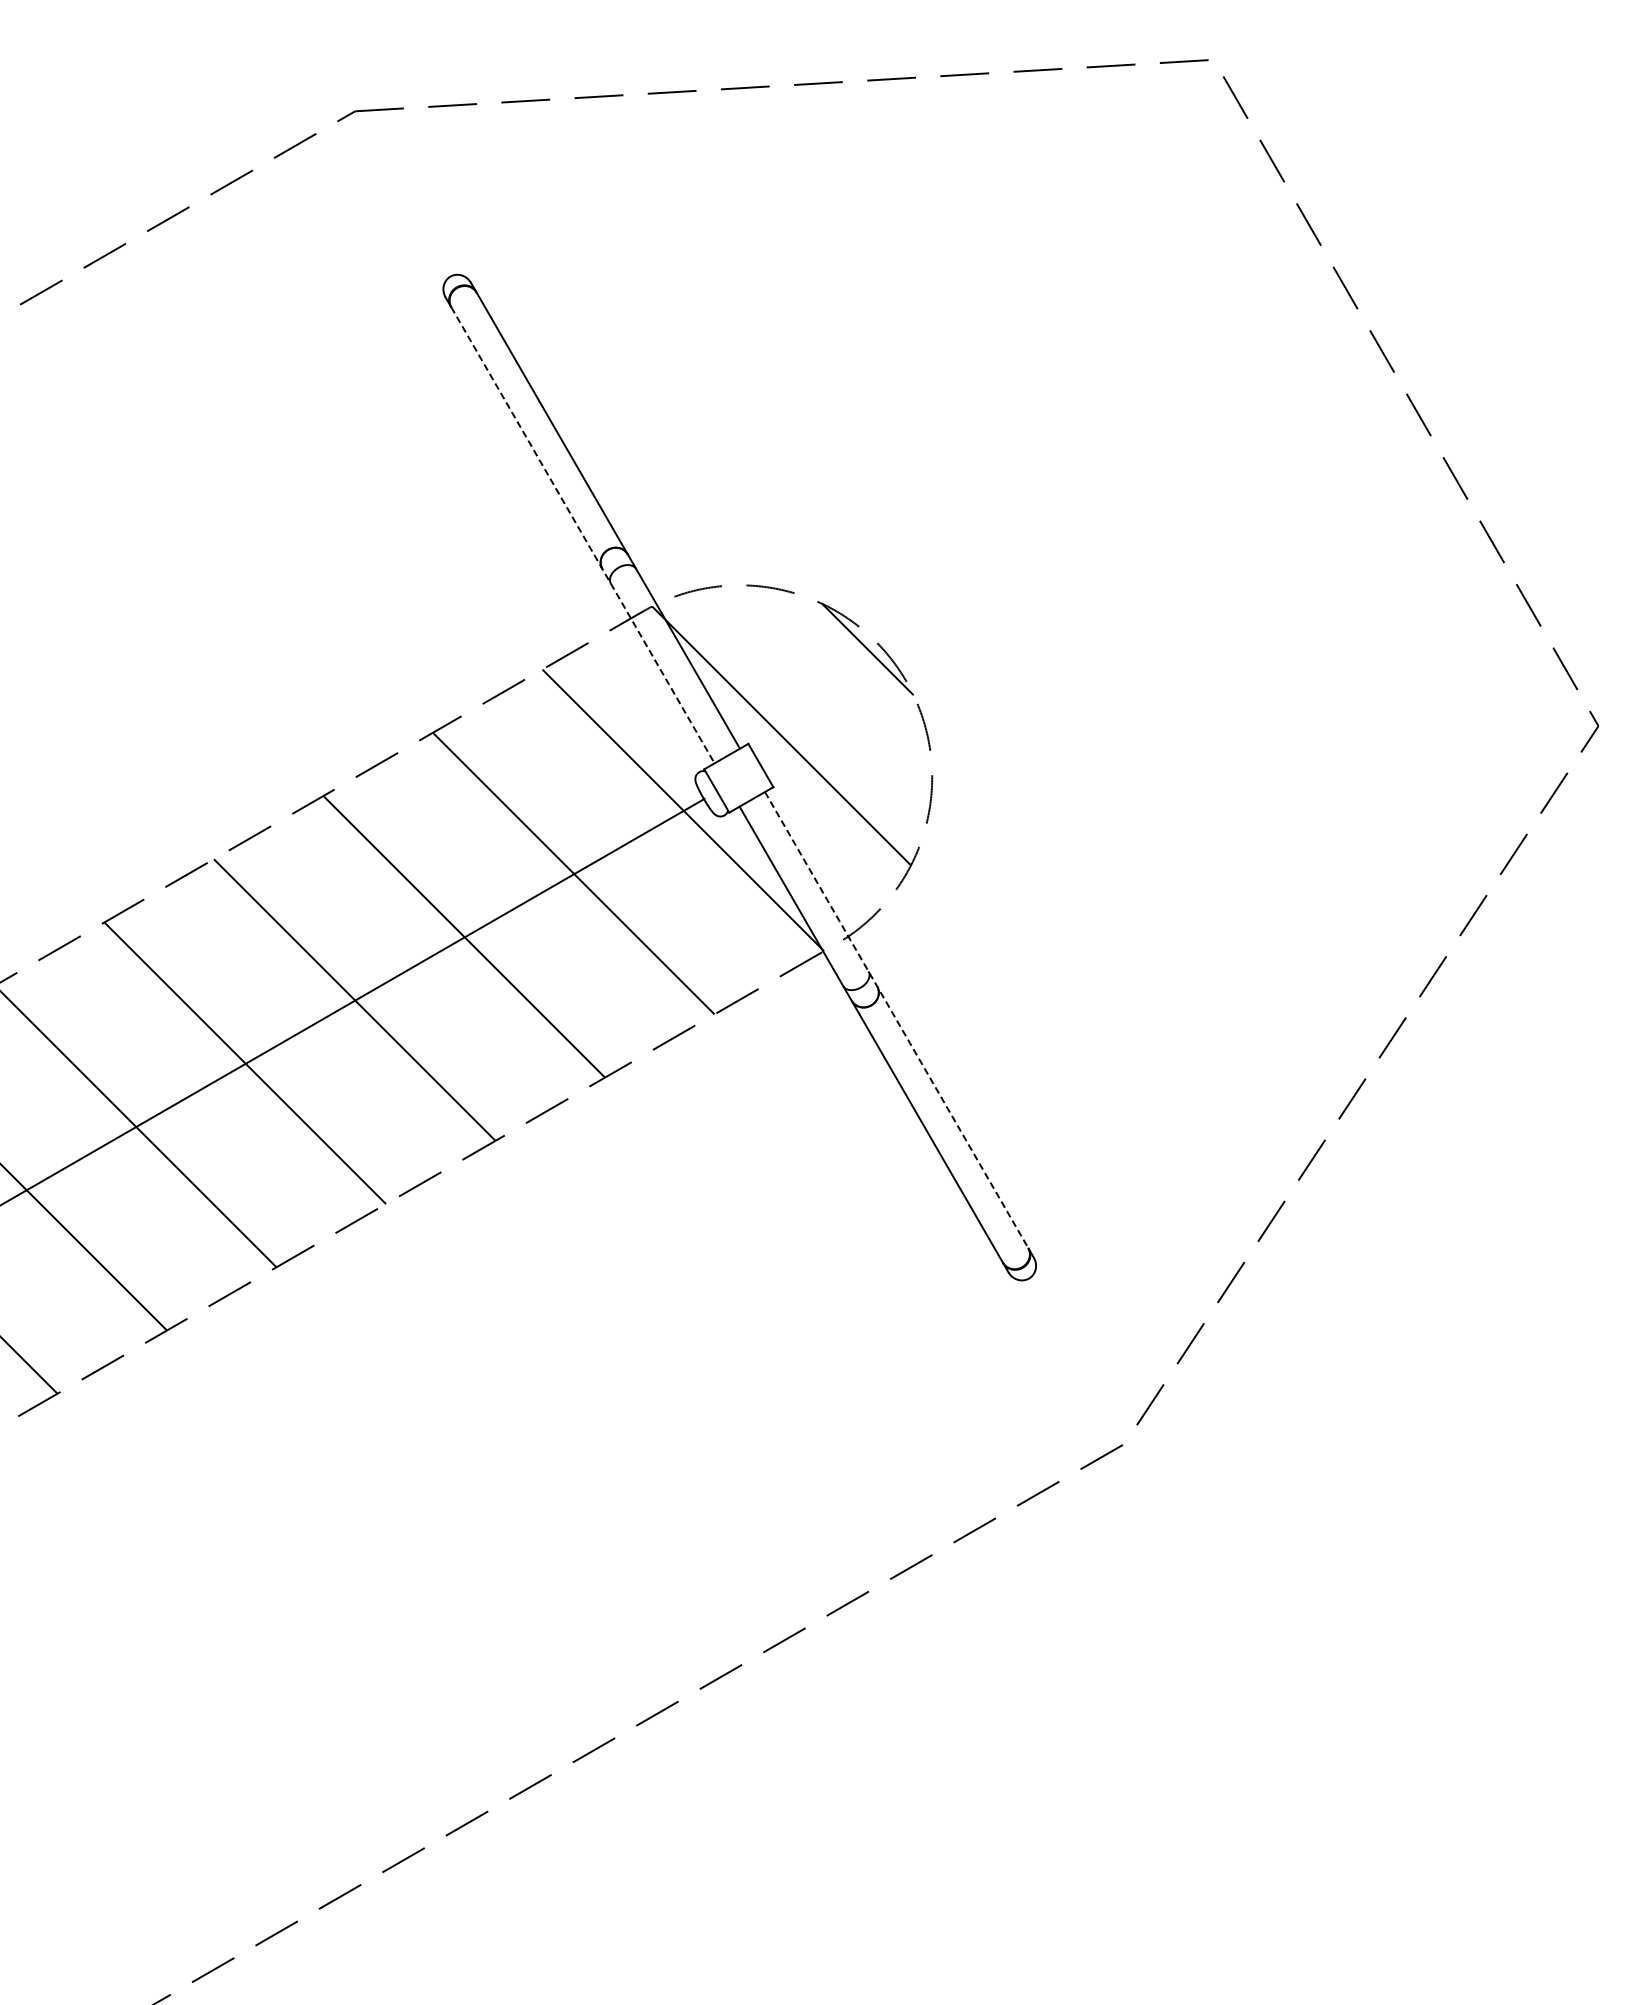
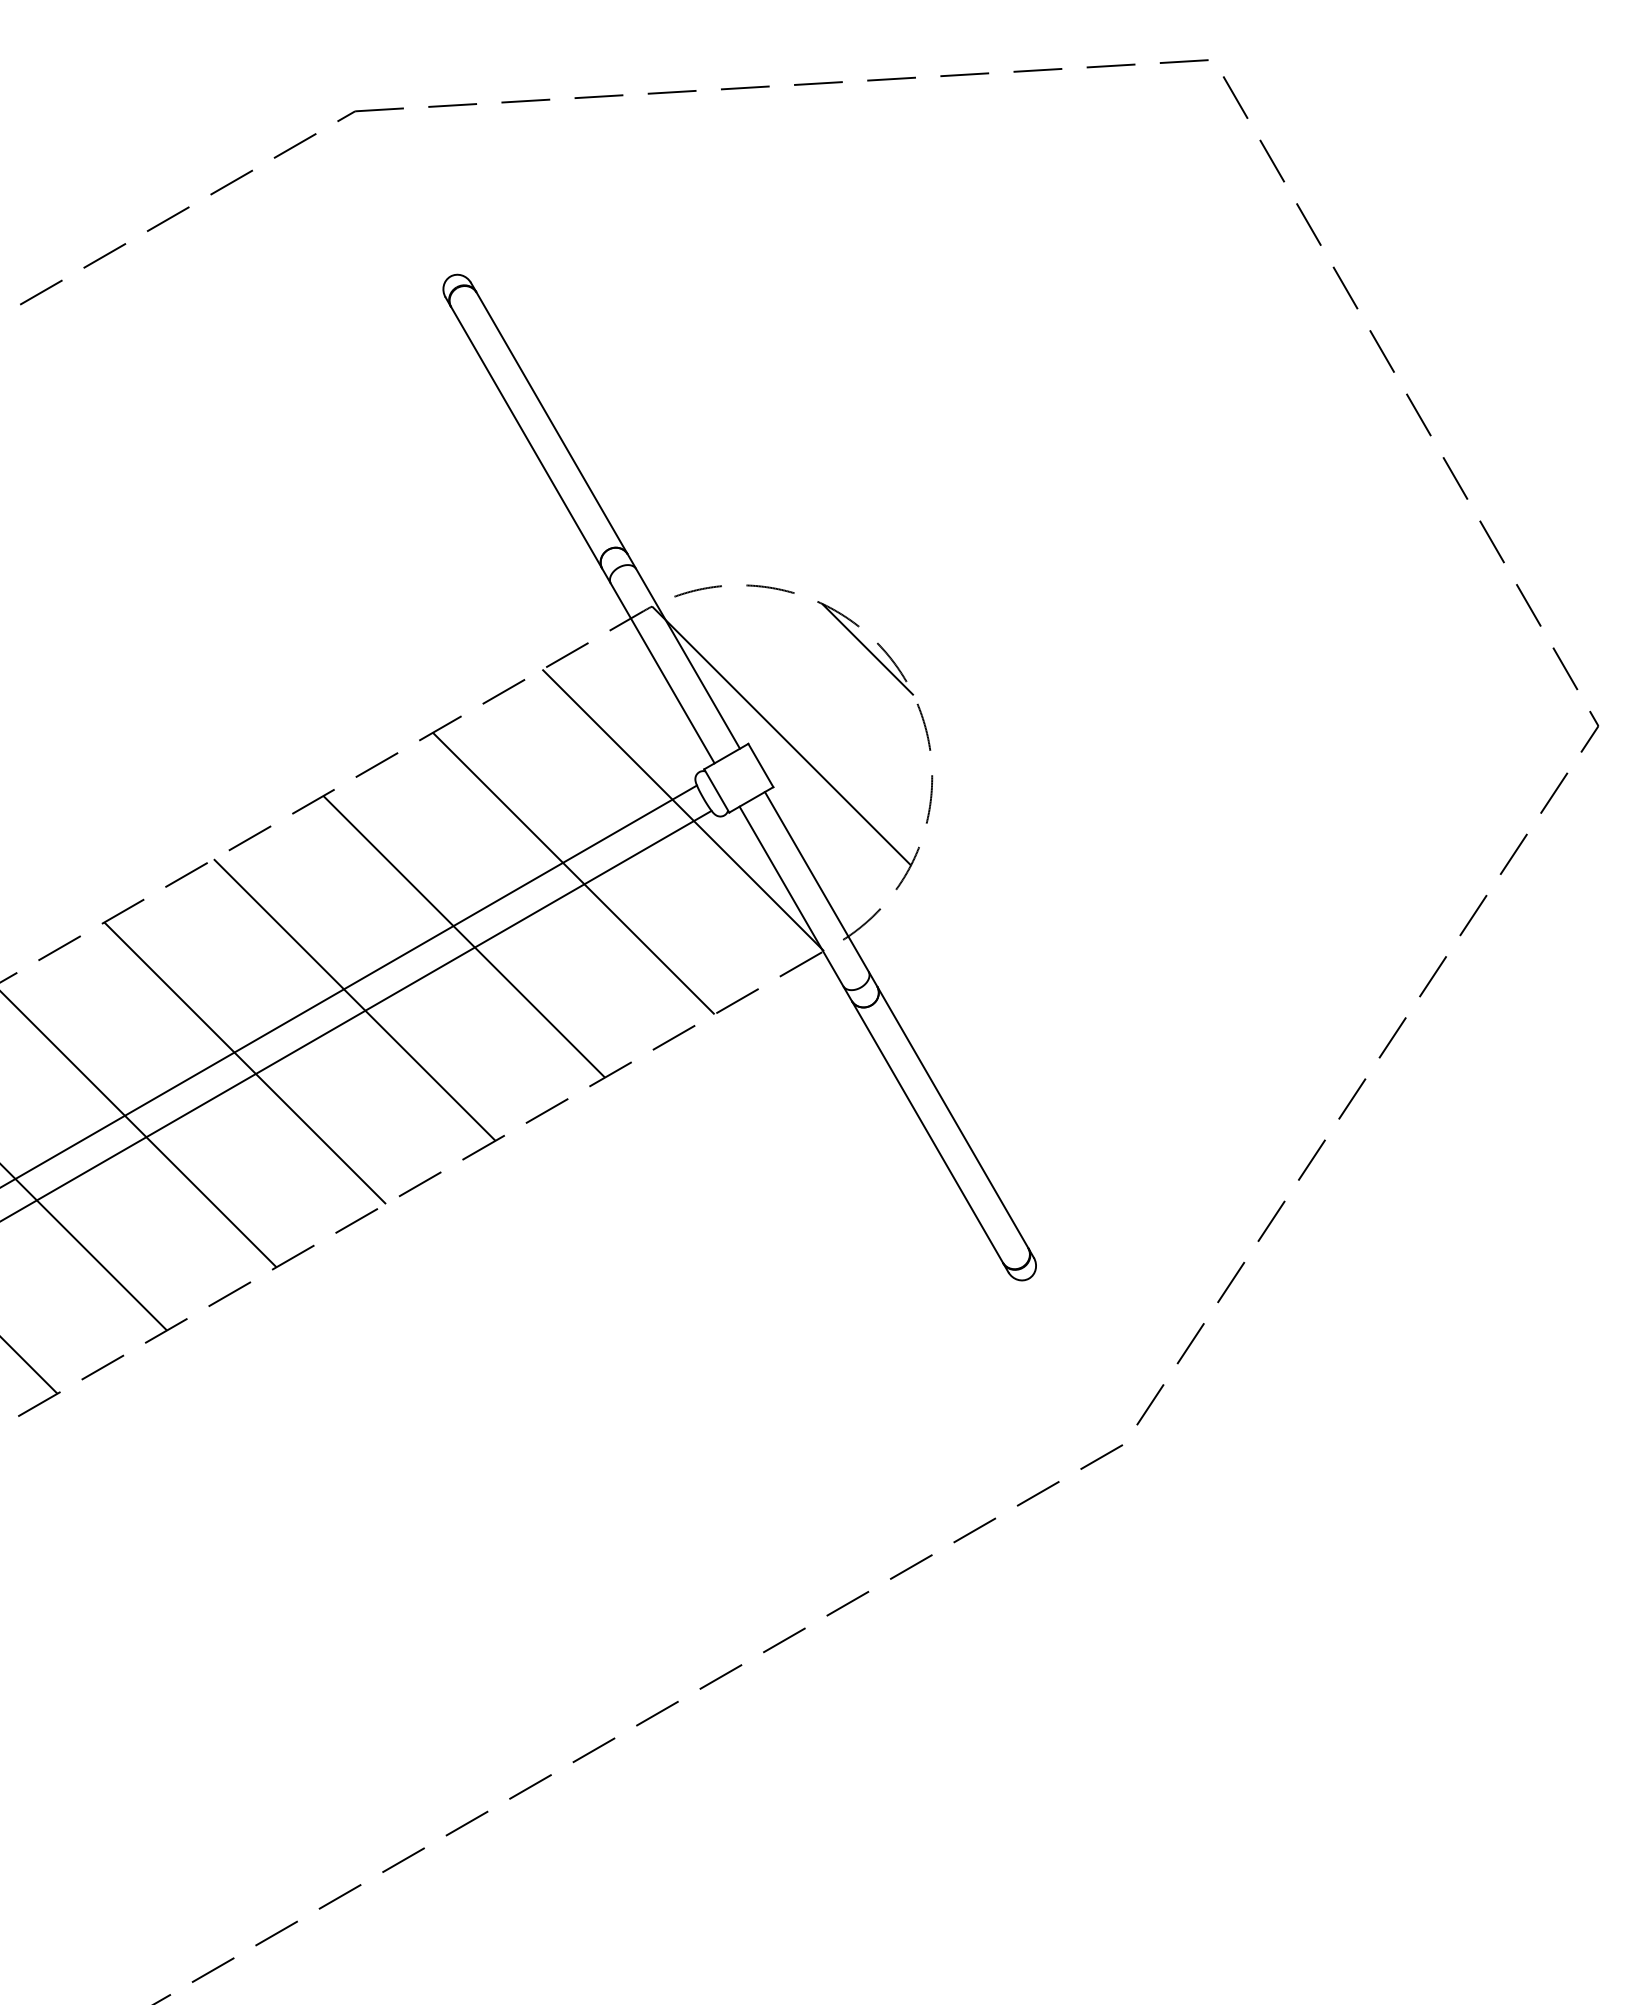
line at (583, 535): dashed -> solid
line at (349, 985): none -> present
line at (353, 1001) position: (353, 1001) -> (356, 1015)
line at (896, 1020): dashed -> solid
